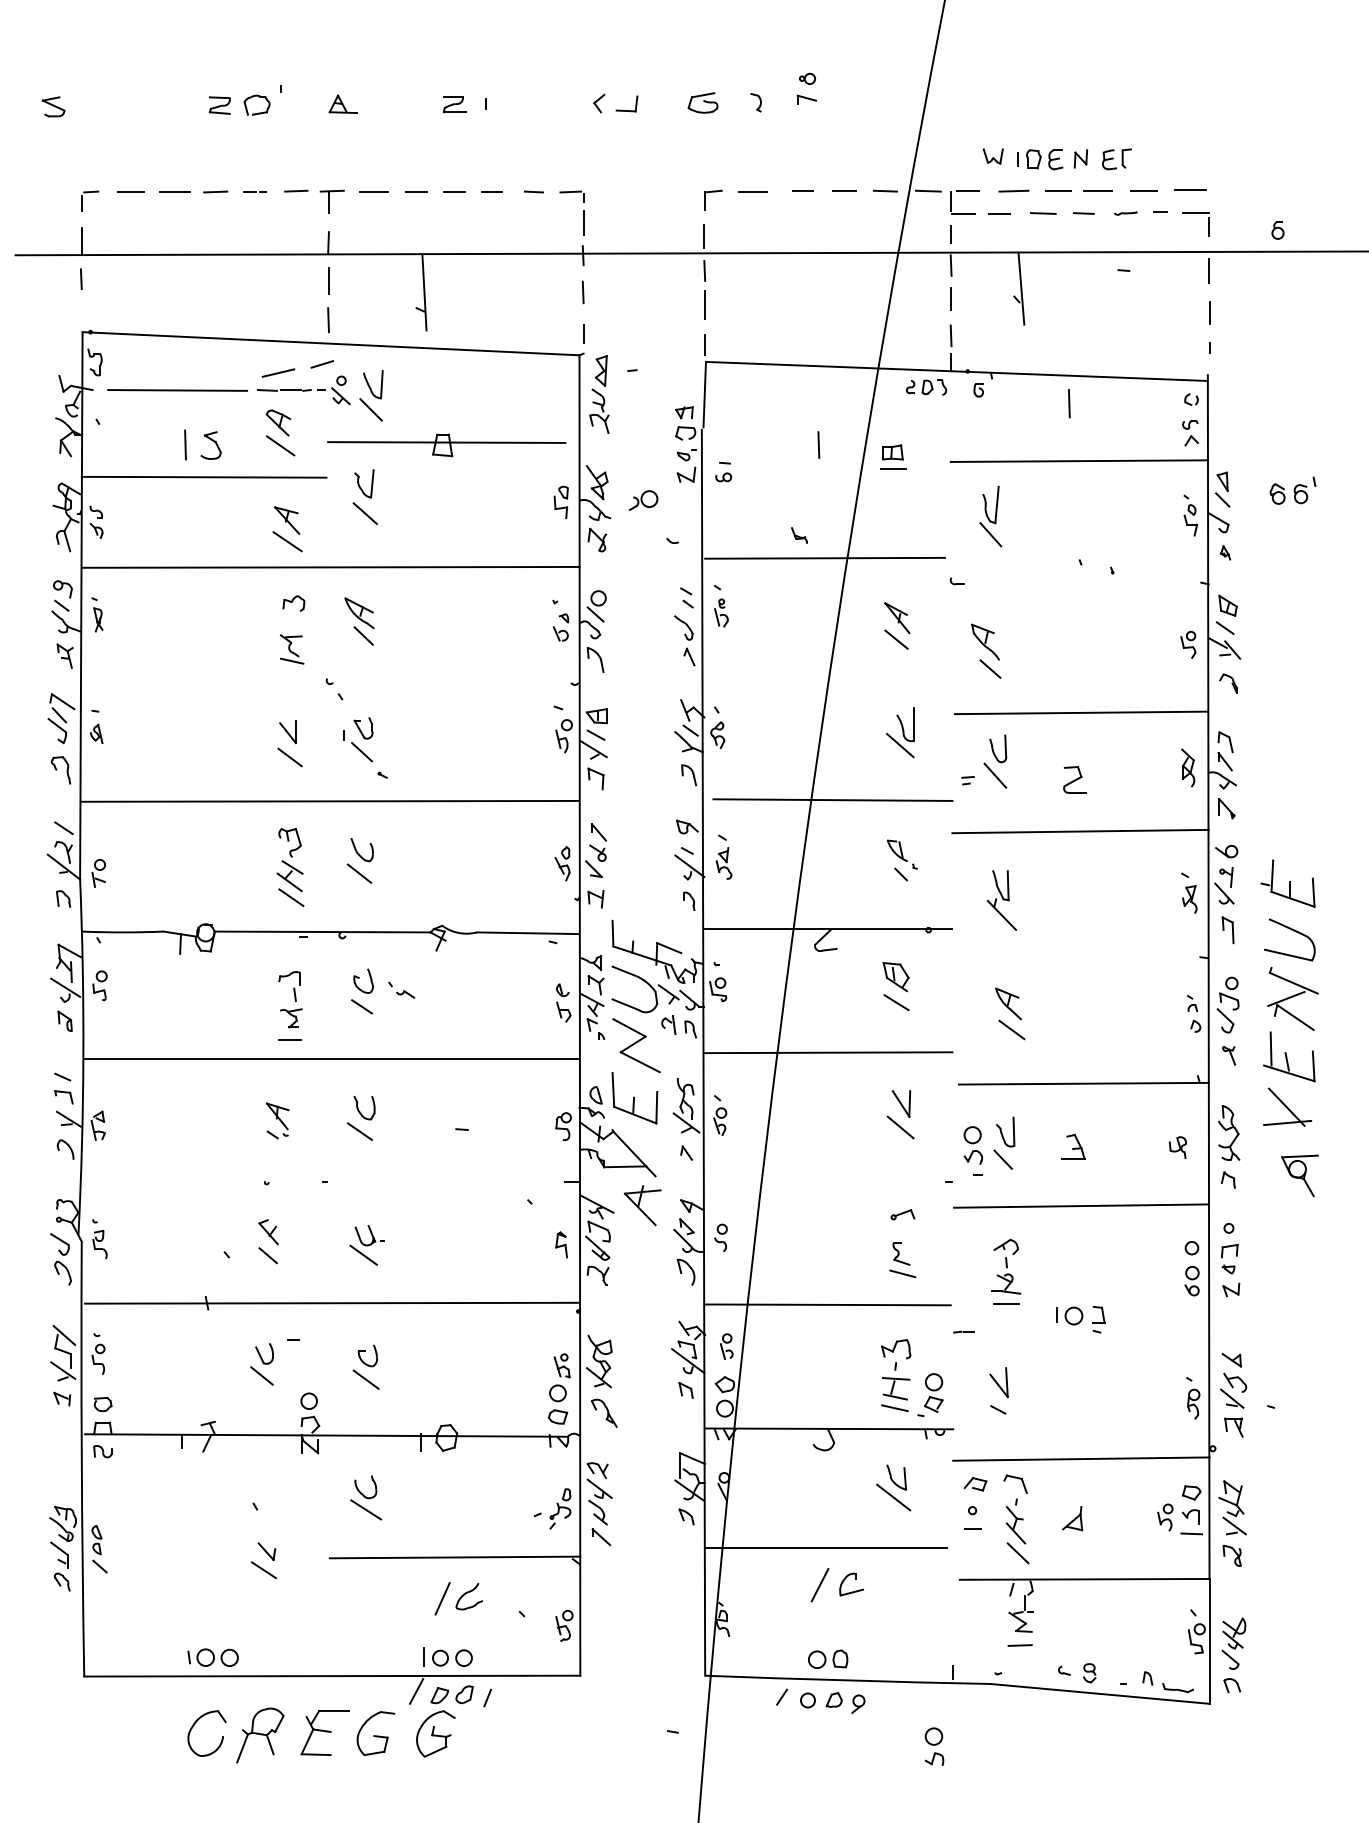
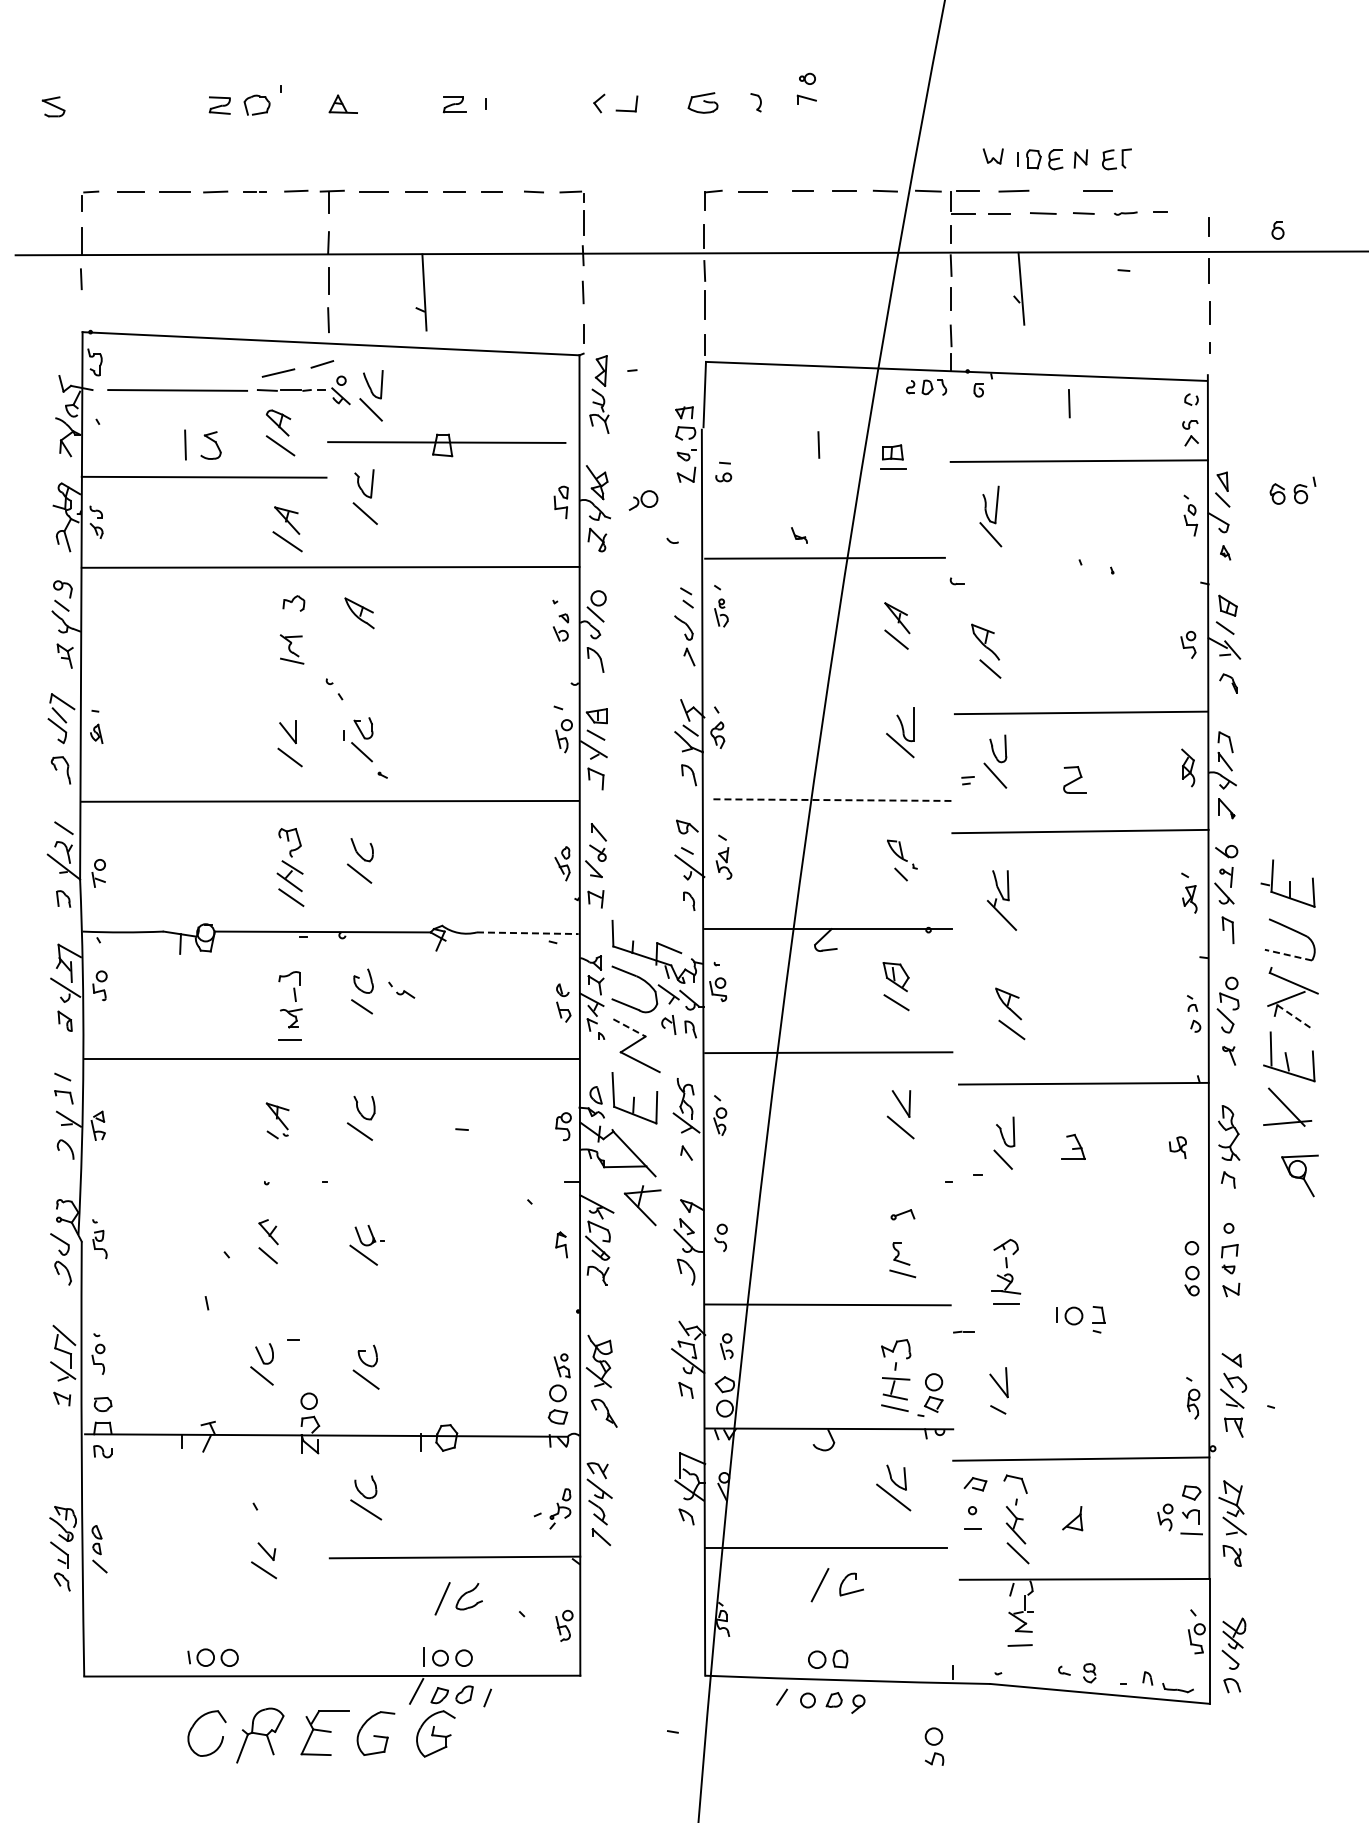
line at (1190, 189): present -> none
line at (1058, 190): present -> none
line at (1143, 190): present -> none
line at (1195, 213): present -> none
part at (97, 614): present -> none
line at (363, 635): present -> none
line at (833, 800): solid -> dashed
line at (527, 933): solid -> dashed
line at (1287, 955): solid -> dashed
line at (1295, 1017): solid -> dashed
line at (629, 1028): solid -> dashed
part at (973, 1145): present -> none
line at (1080, 1205): present -> none
line at (332, 1302): present -> none
